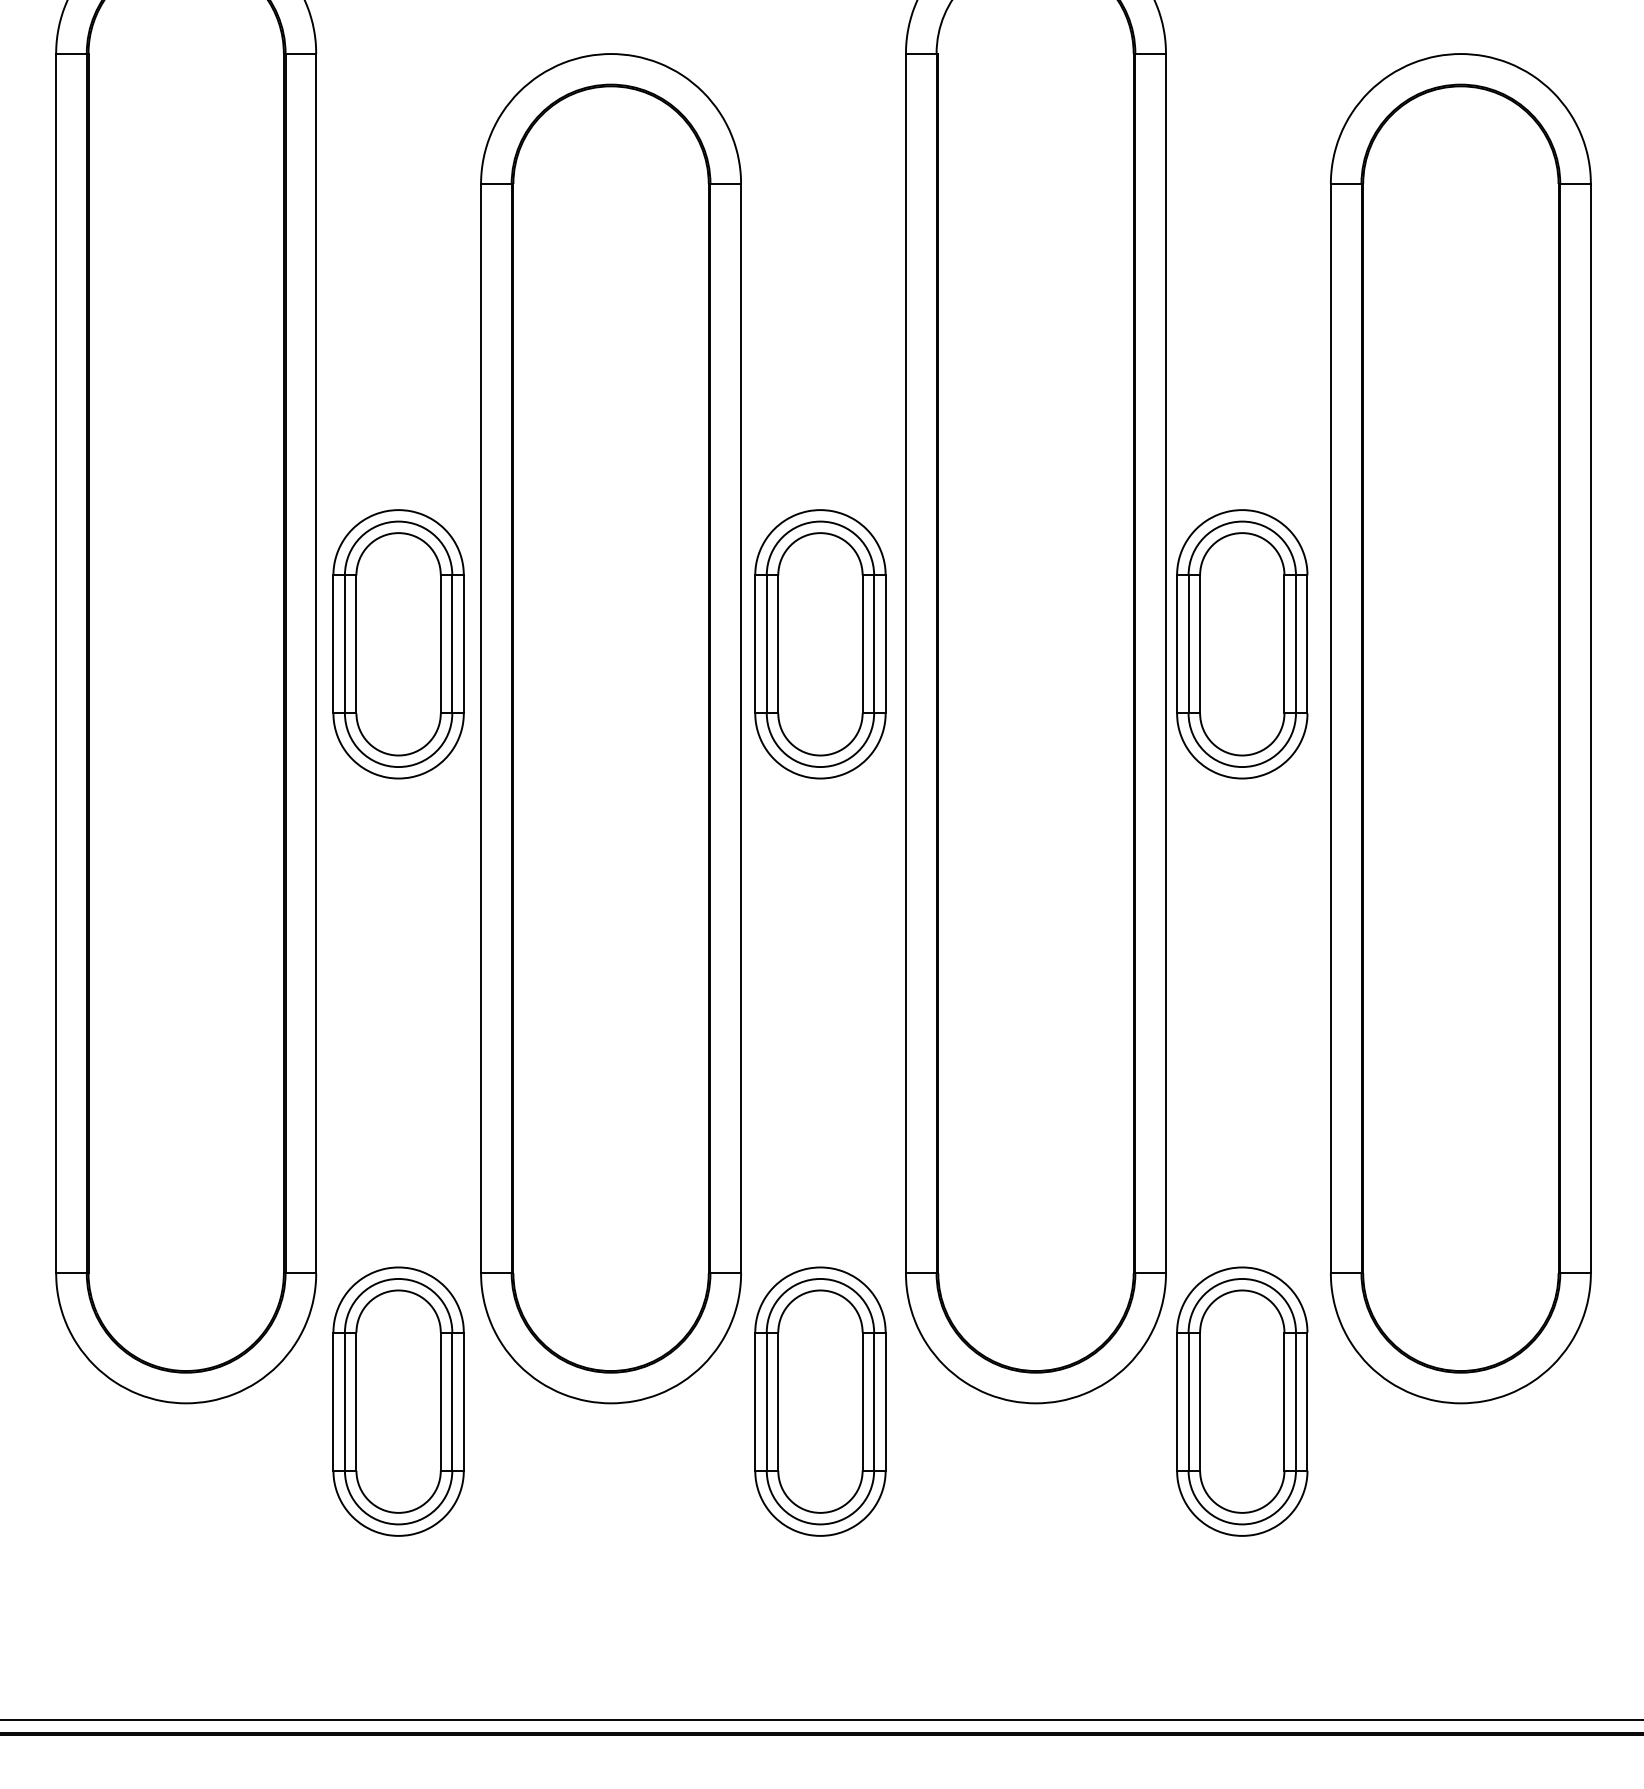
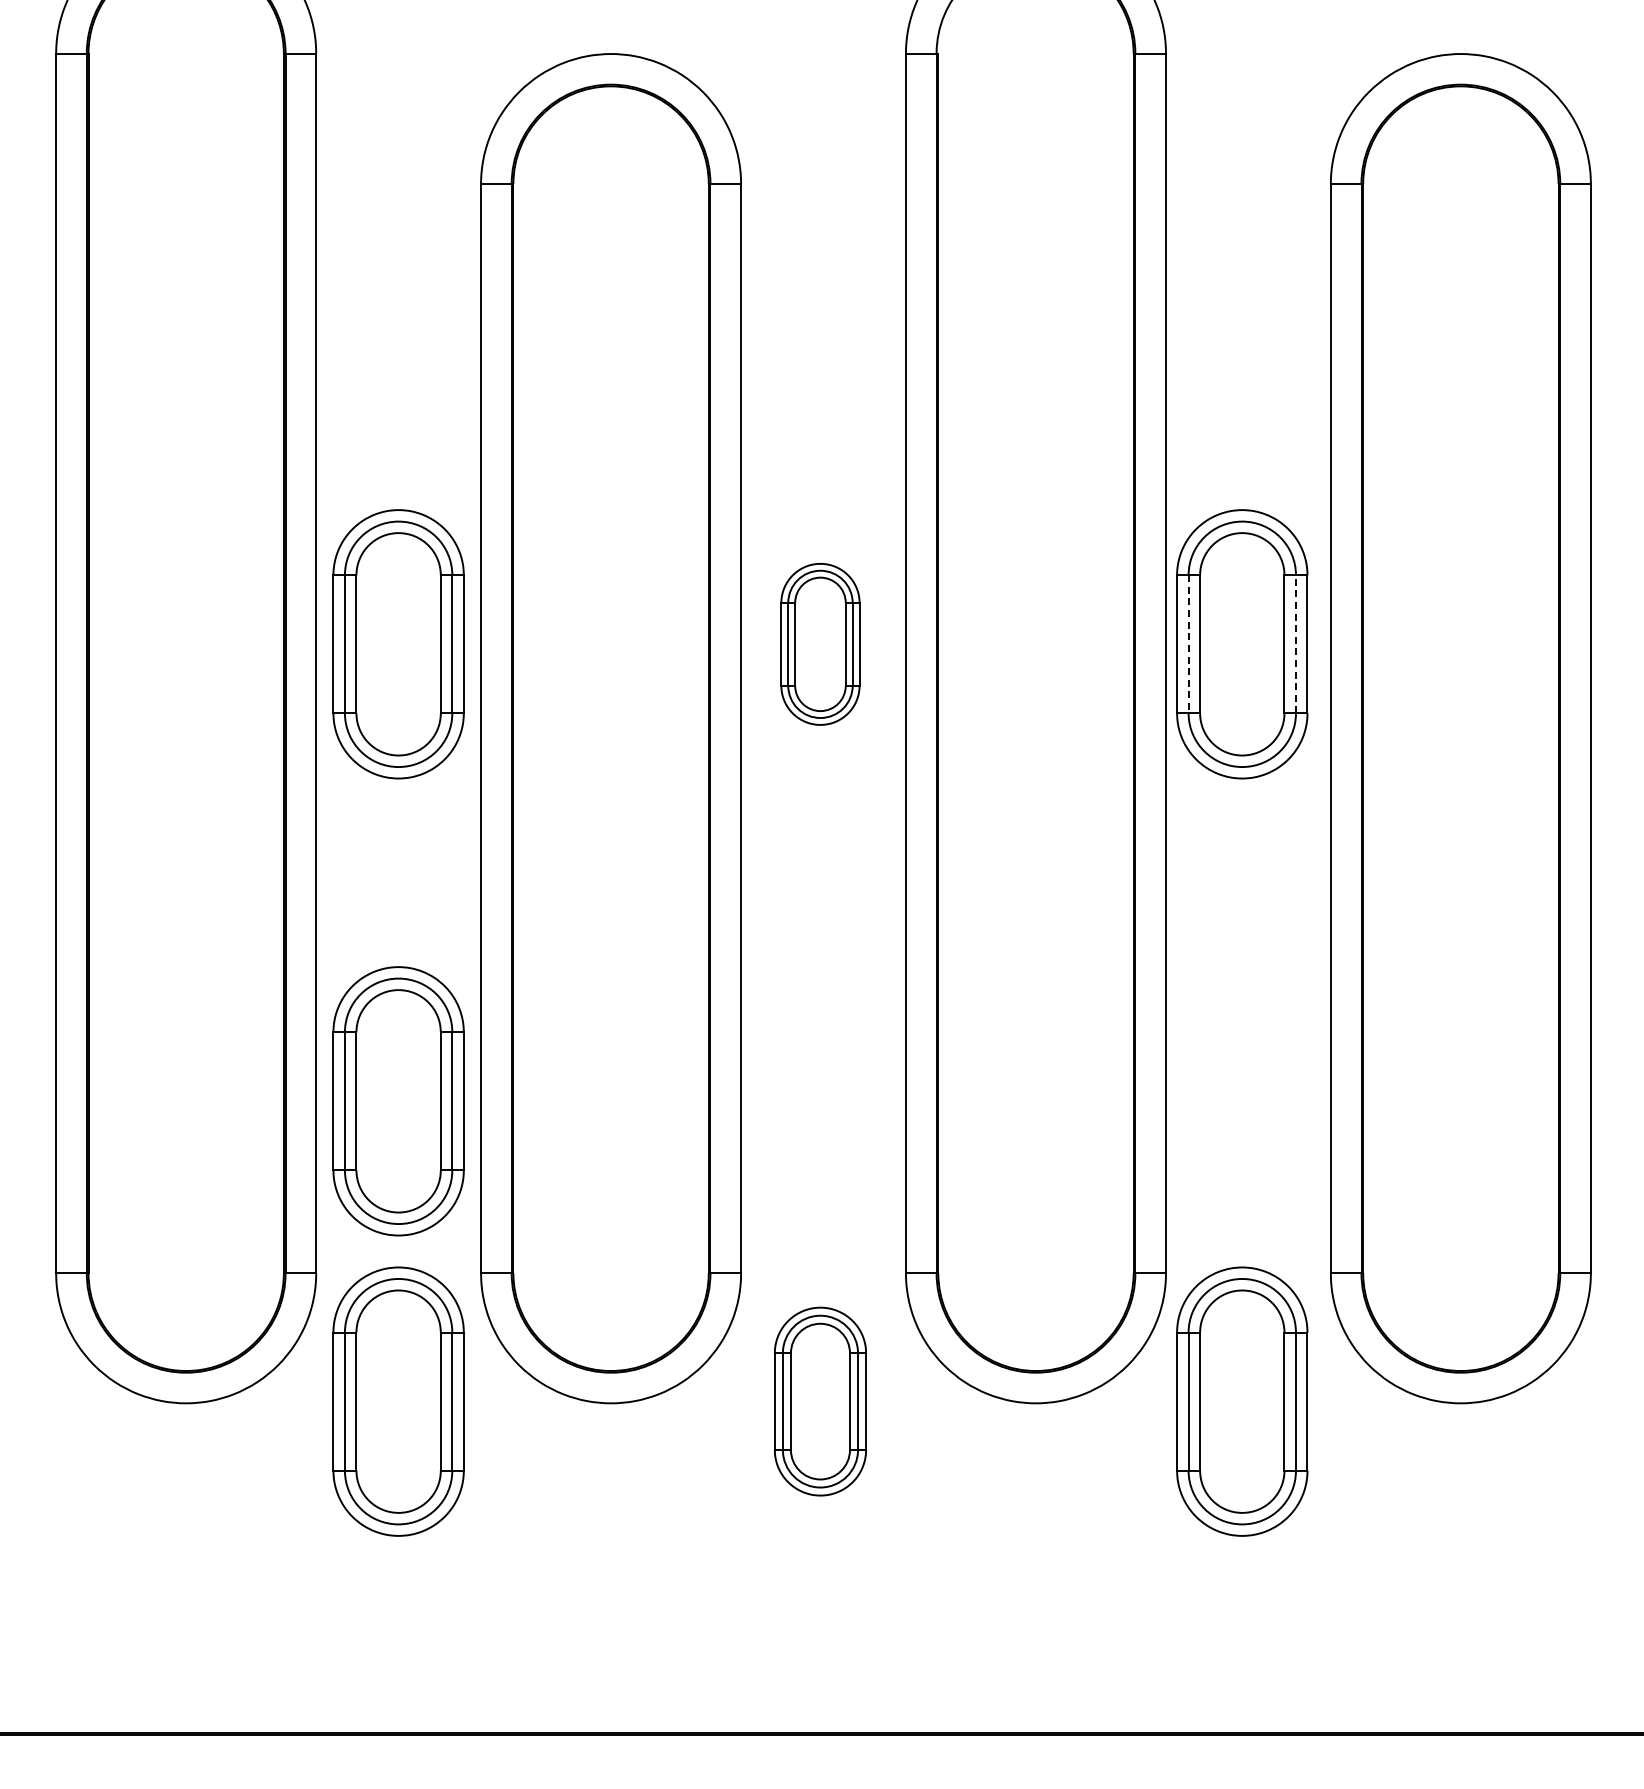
line at (1295, 643): solid -> dashed
part at (820, 644) size: 133x271 px -> 81x163 px
line at (1188, 644): solid -> dashed
part at (398, 1101): none -> present
part at (820, 1401) size: 133x271 px -> 93x191 px
line at (821, 1720): present -> none
